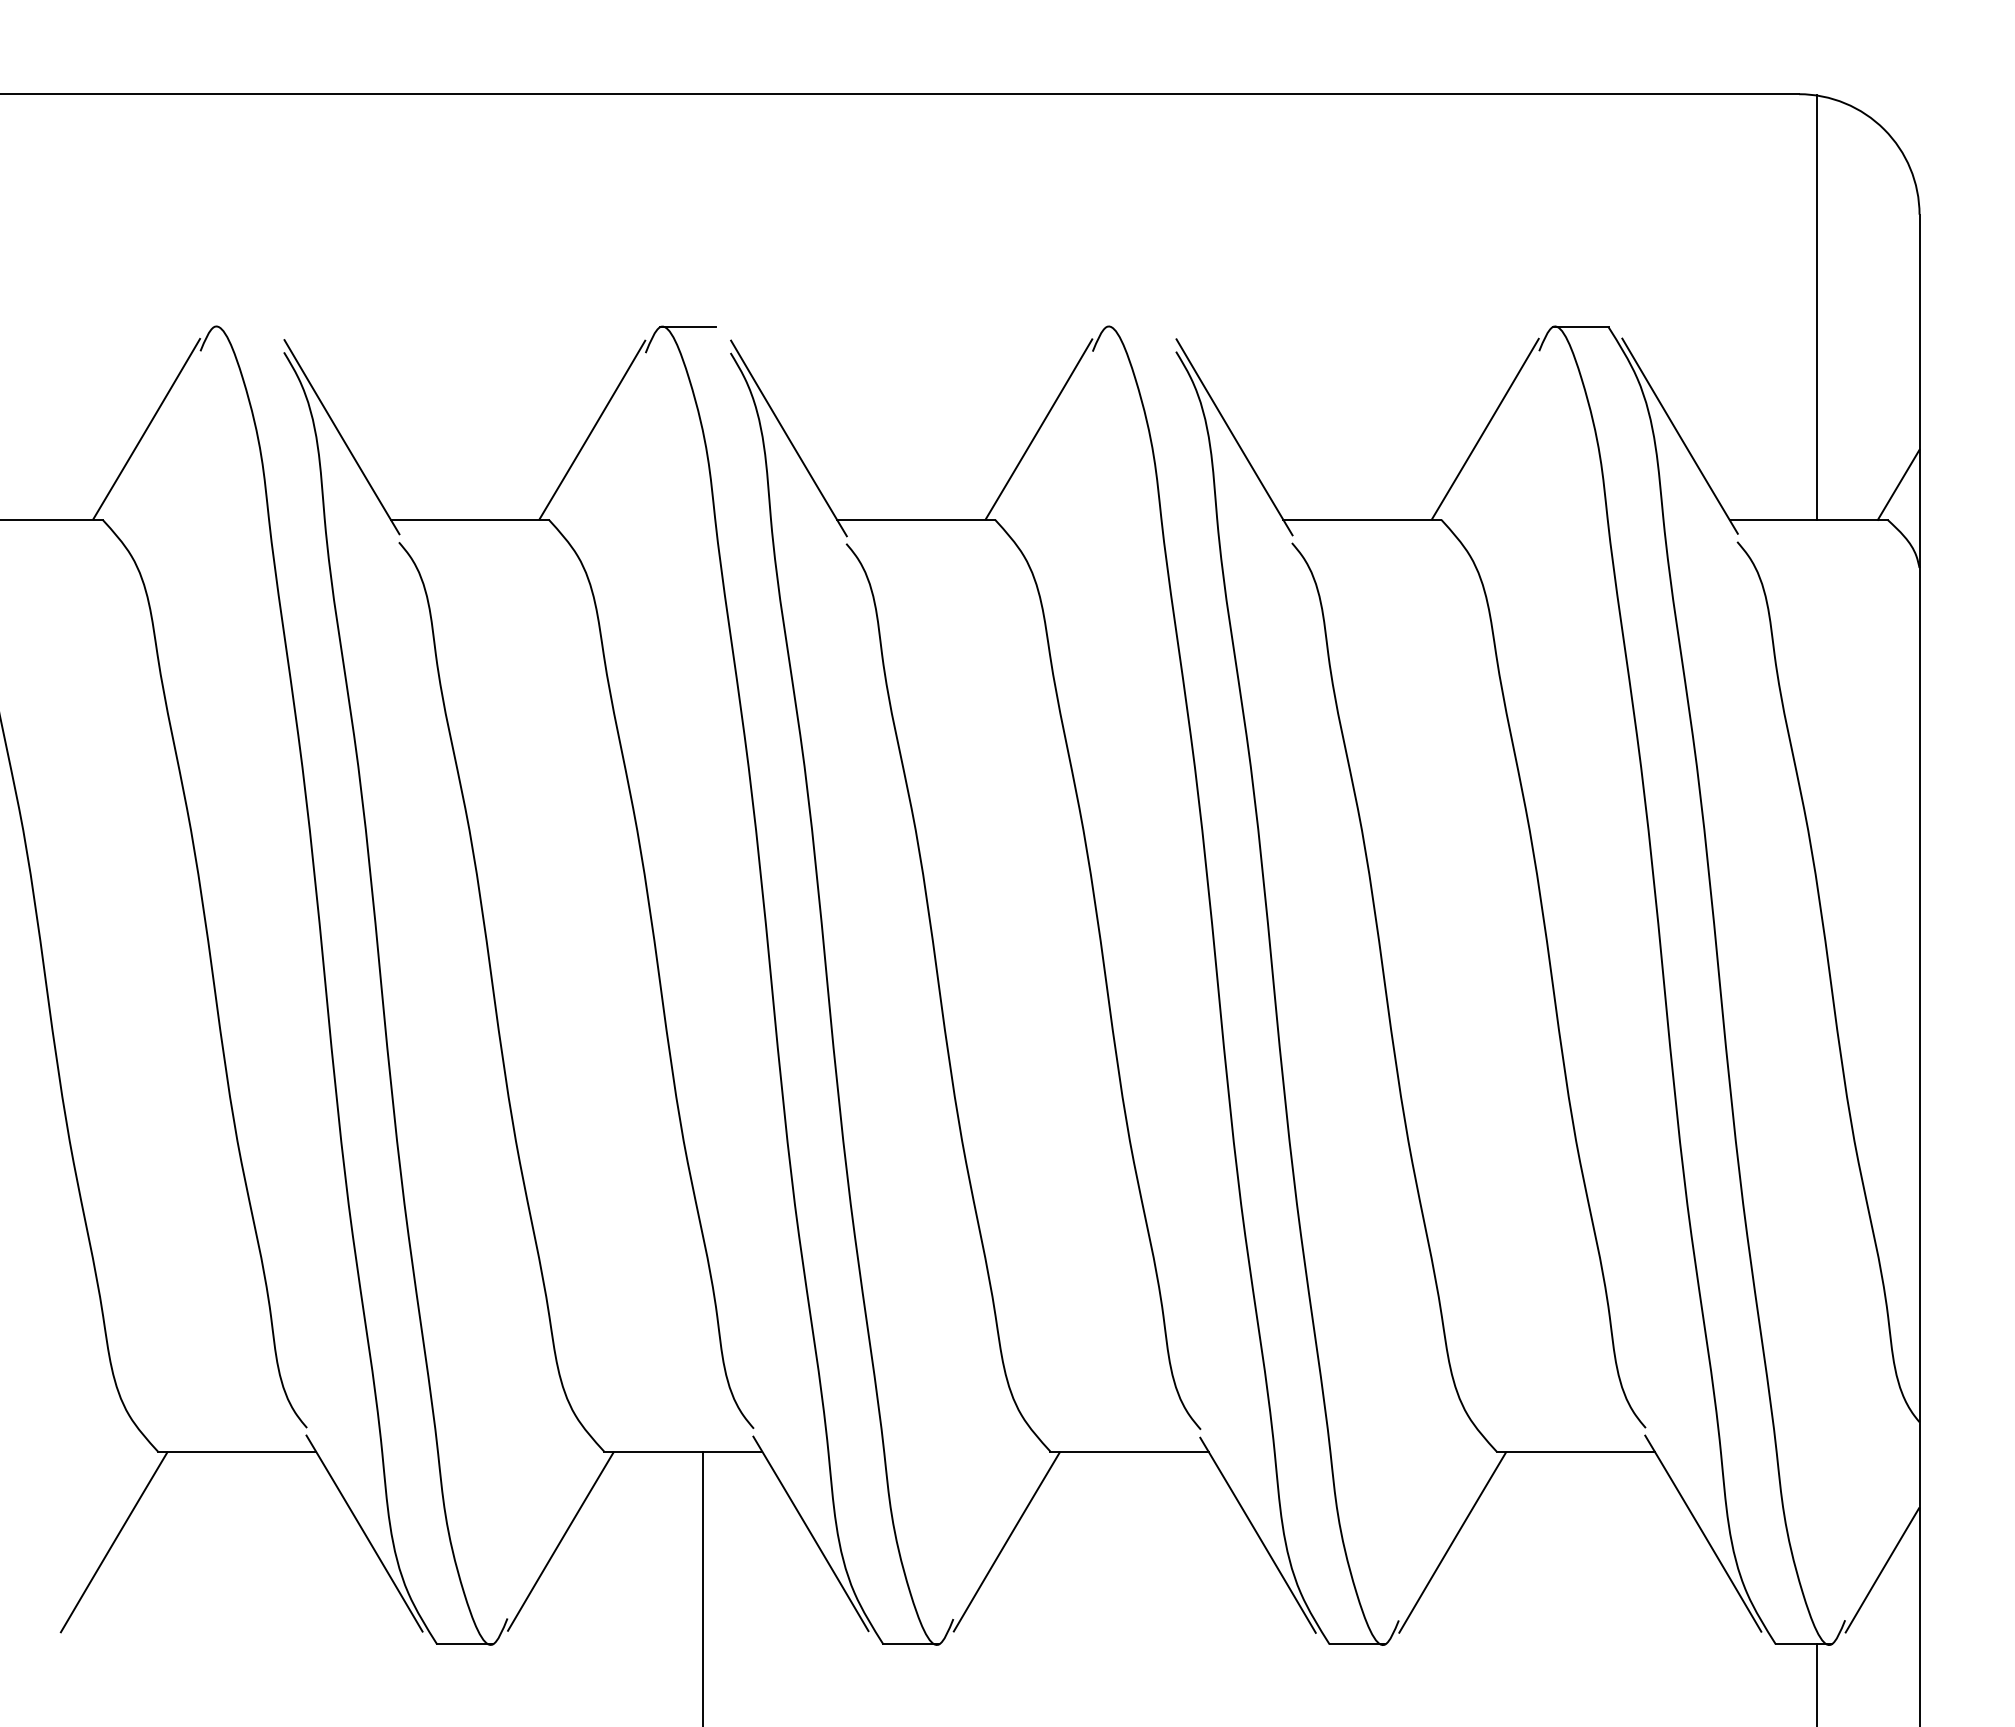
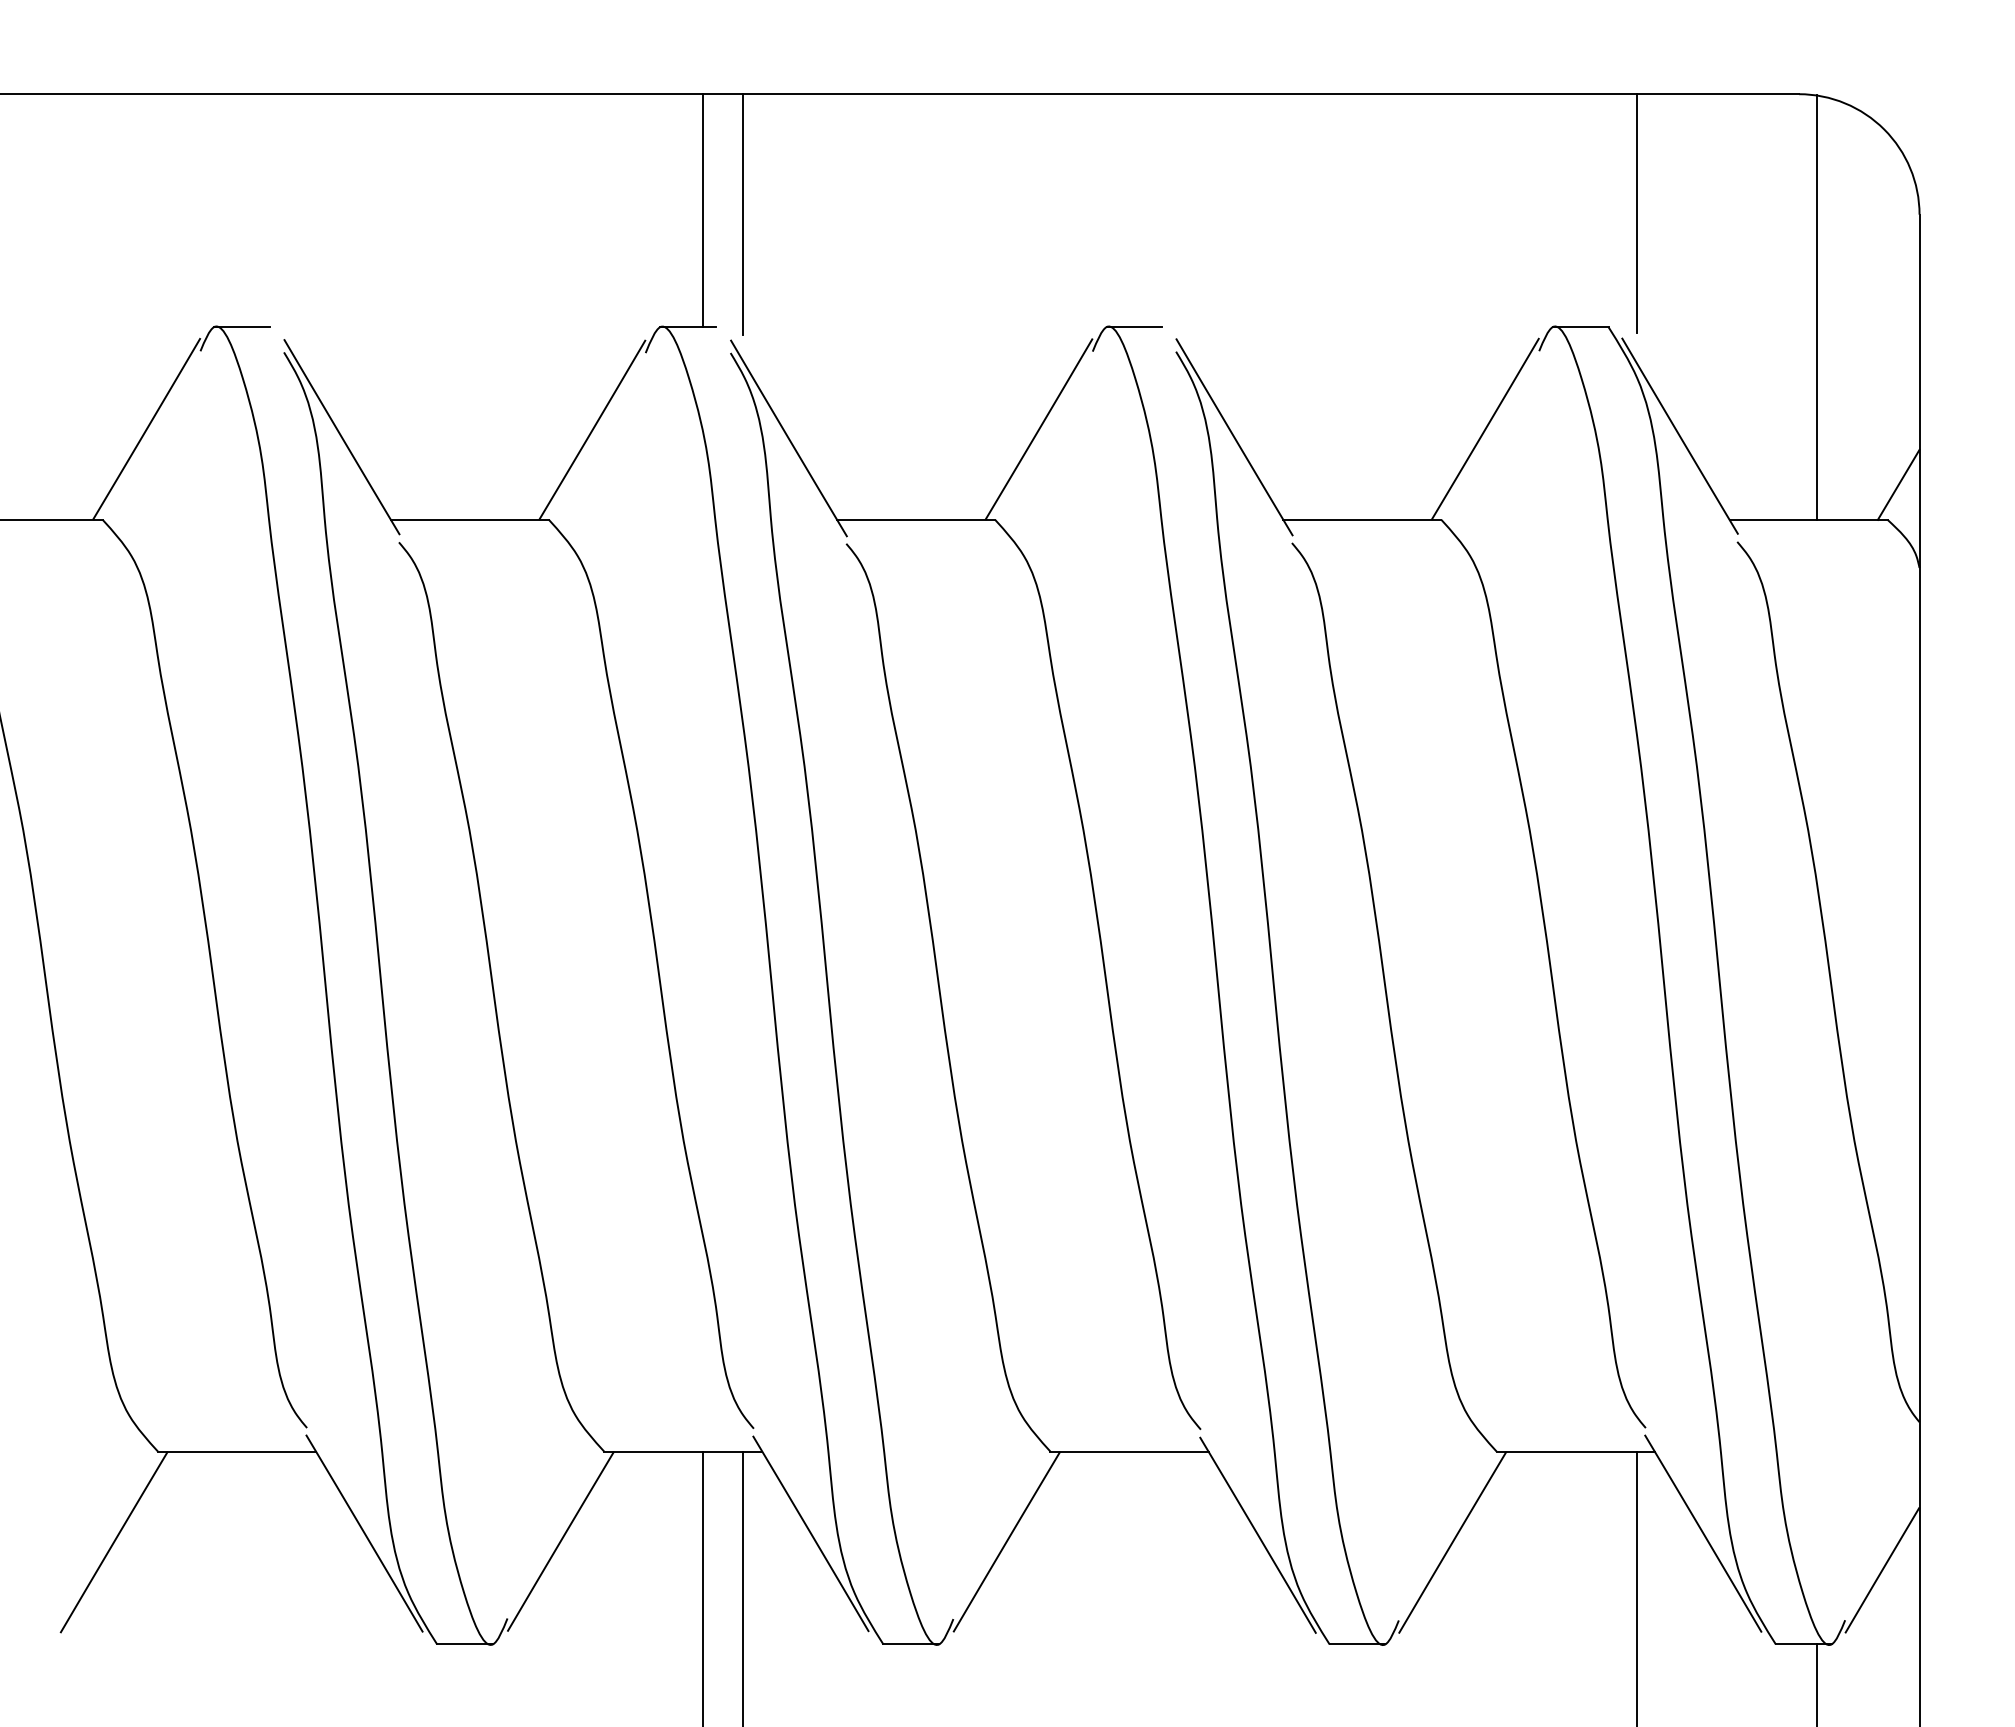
line at (702, 210): none -> present
line at (1636, 213): none -> present
line at (742, 214): none -> present
line at (241, 327): none -> present
line at (1134, 327): none -> present
line at (742, 1587): none -> present
line at (1636, 1587): none -> present
